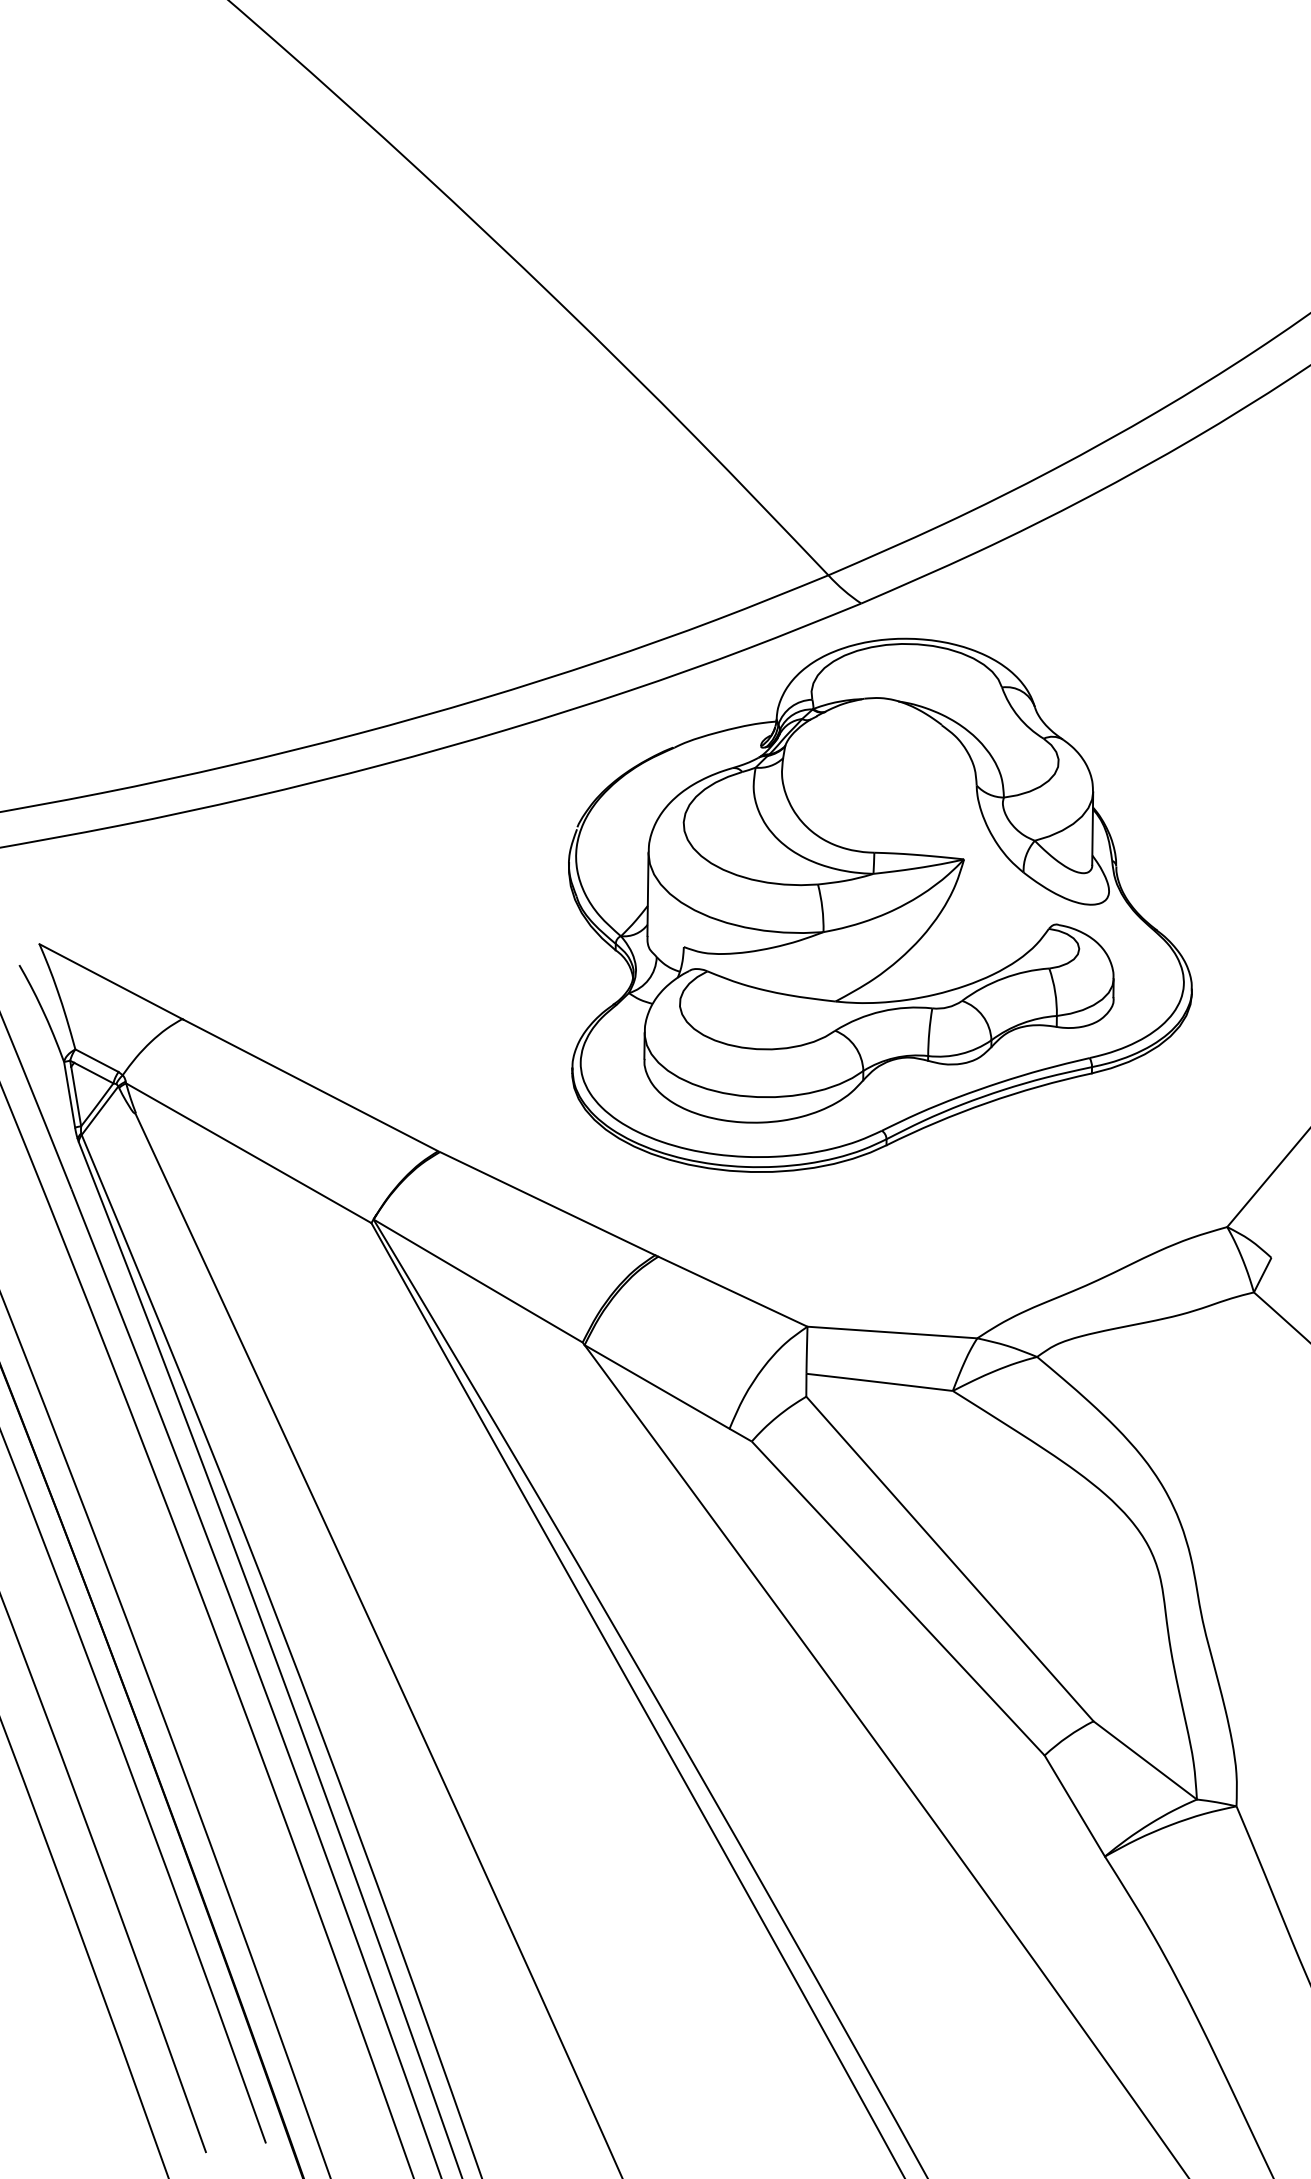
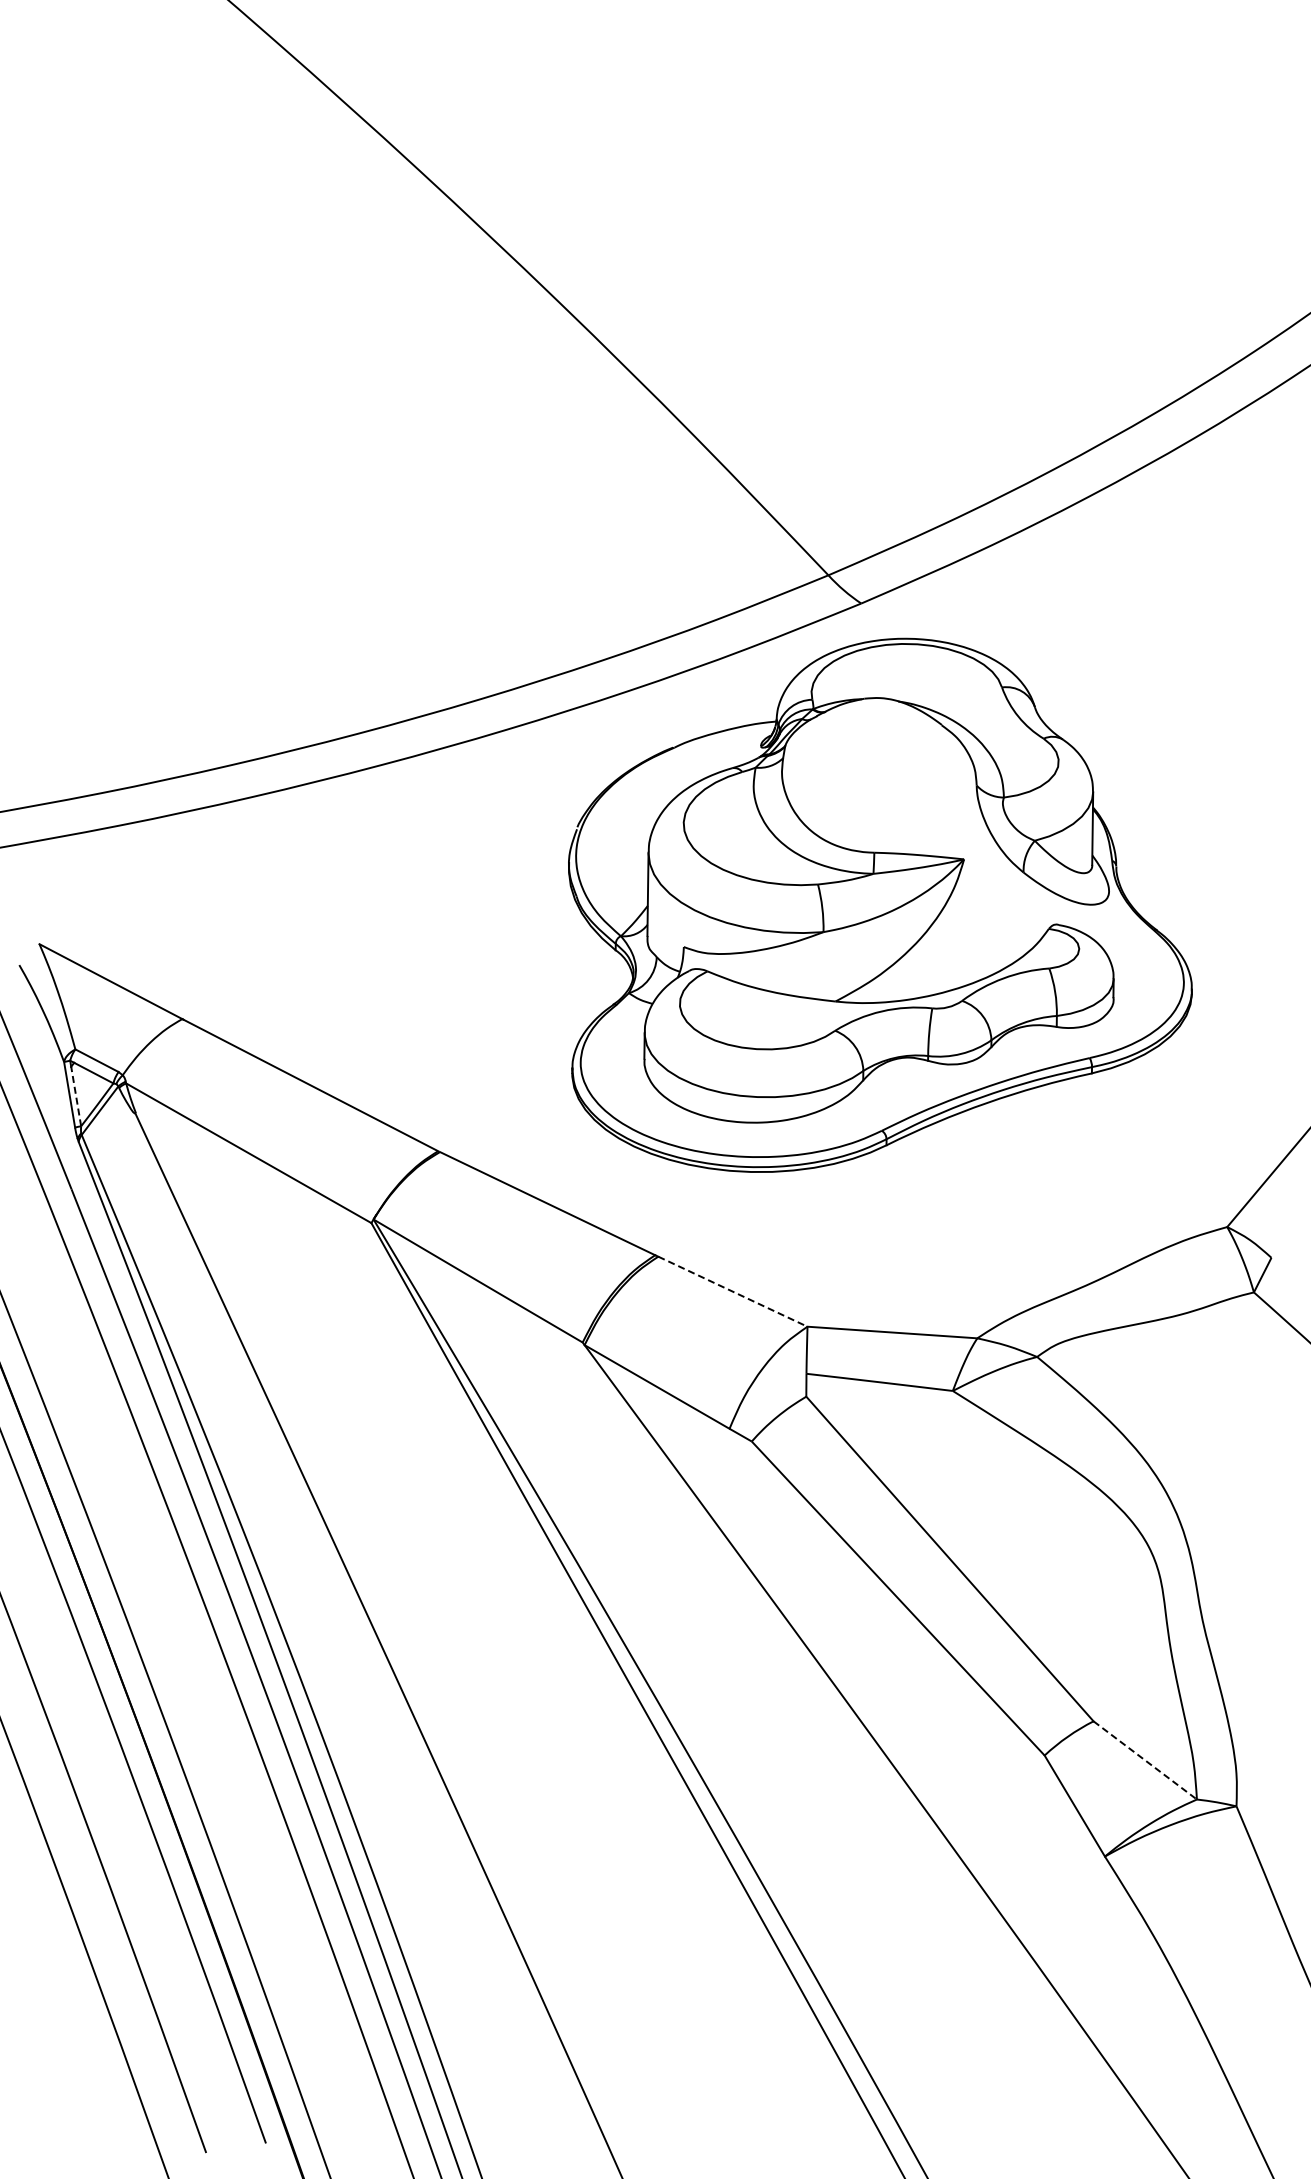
line at (76, 1096): solid -> dashed
line at (733, 1291): solid -> dashed
line at (1145, 1760): solid -> dashed
